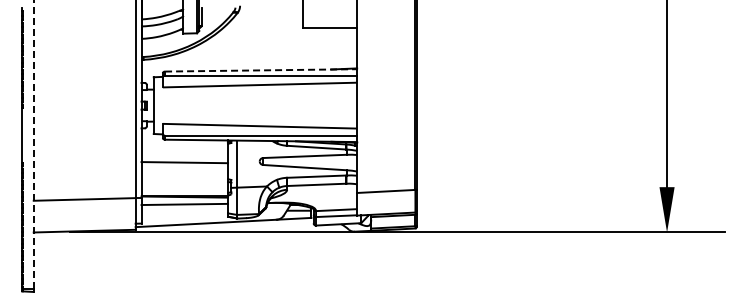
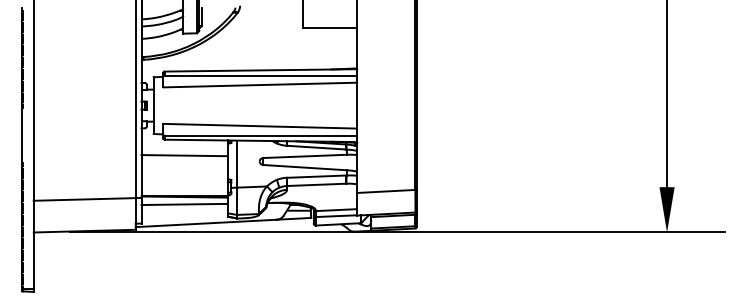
line at (261, 70): dashed -> solid
line at (33, 144): dashed -> solid
line at (184, 162) position: (184, 162) -> (184, 155)
